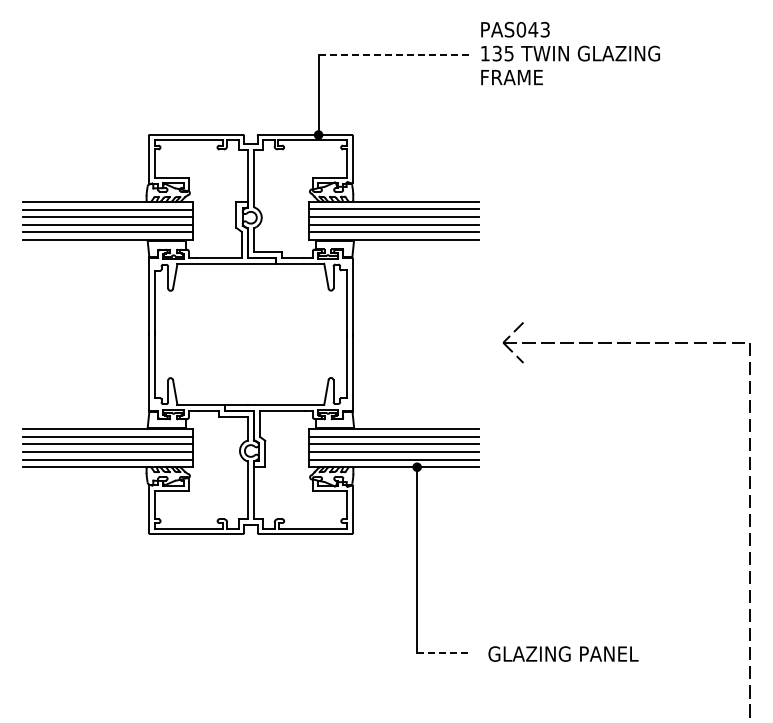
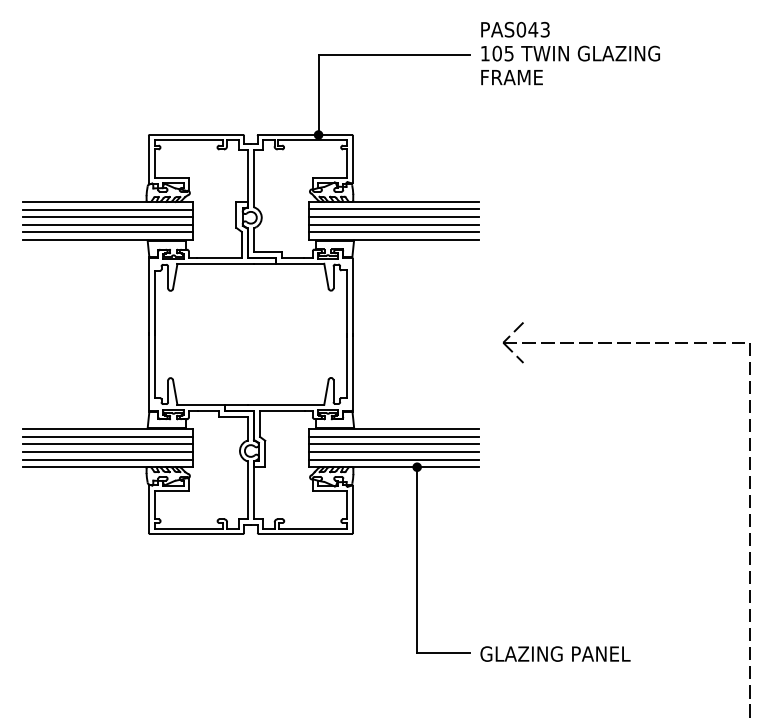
text at (496, 53): 135 -> 105
line at (394, 54): dashed -> solid
line at (444, 653): dashed -> solid
text at (563, 653) position: (563, 653) -> (555, 653)
